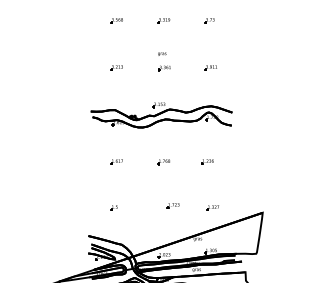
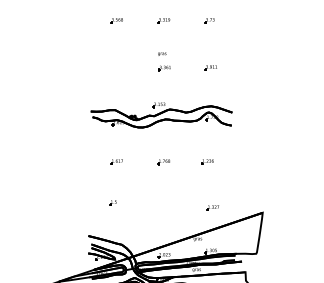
part at (116, 67): present -> none
part at (172, 205): present -> none
part at (113, 207) position: (113, 207) -> (112, 202)
